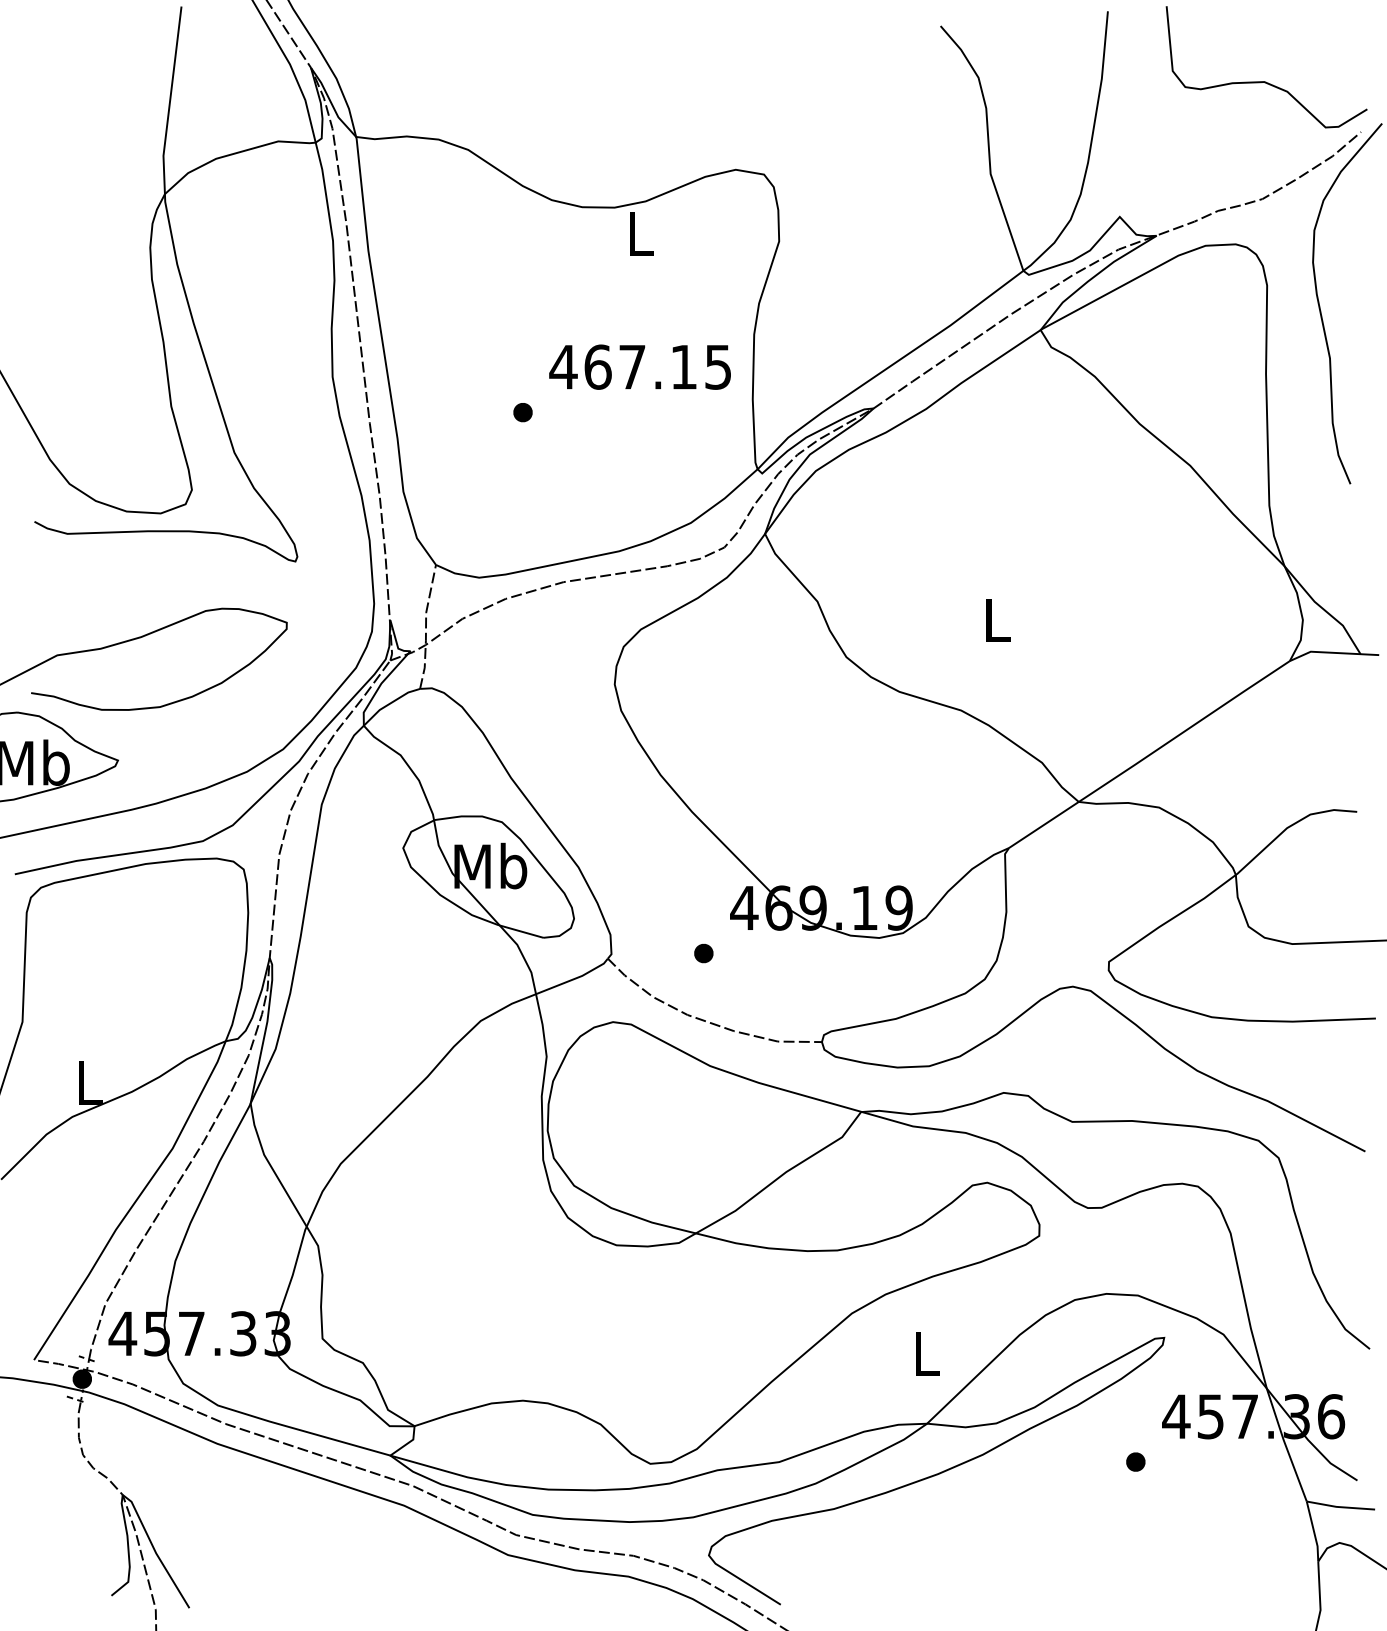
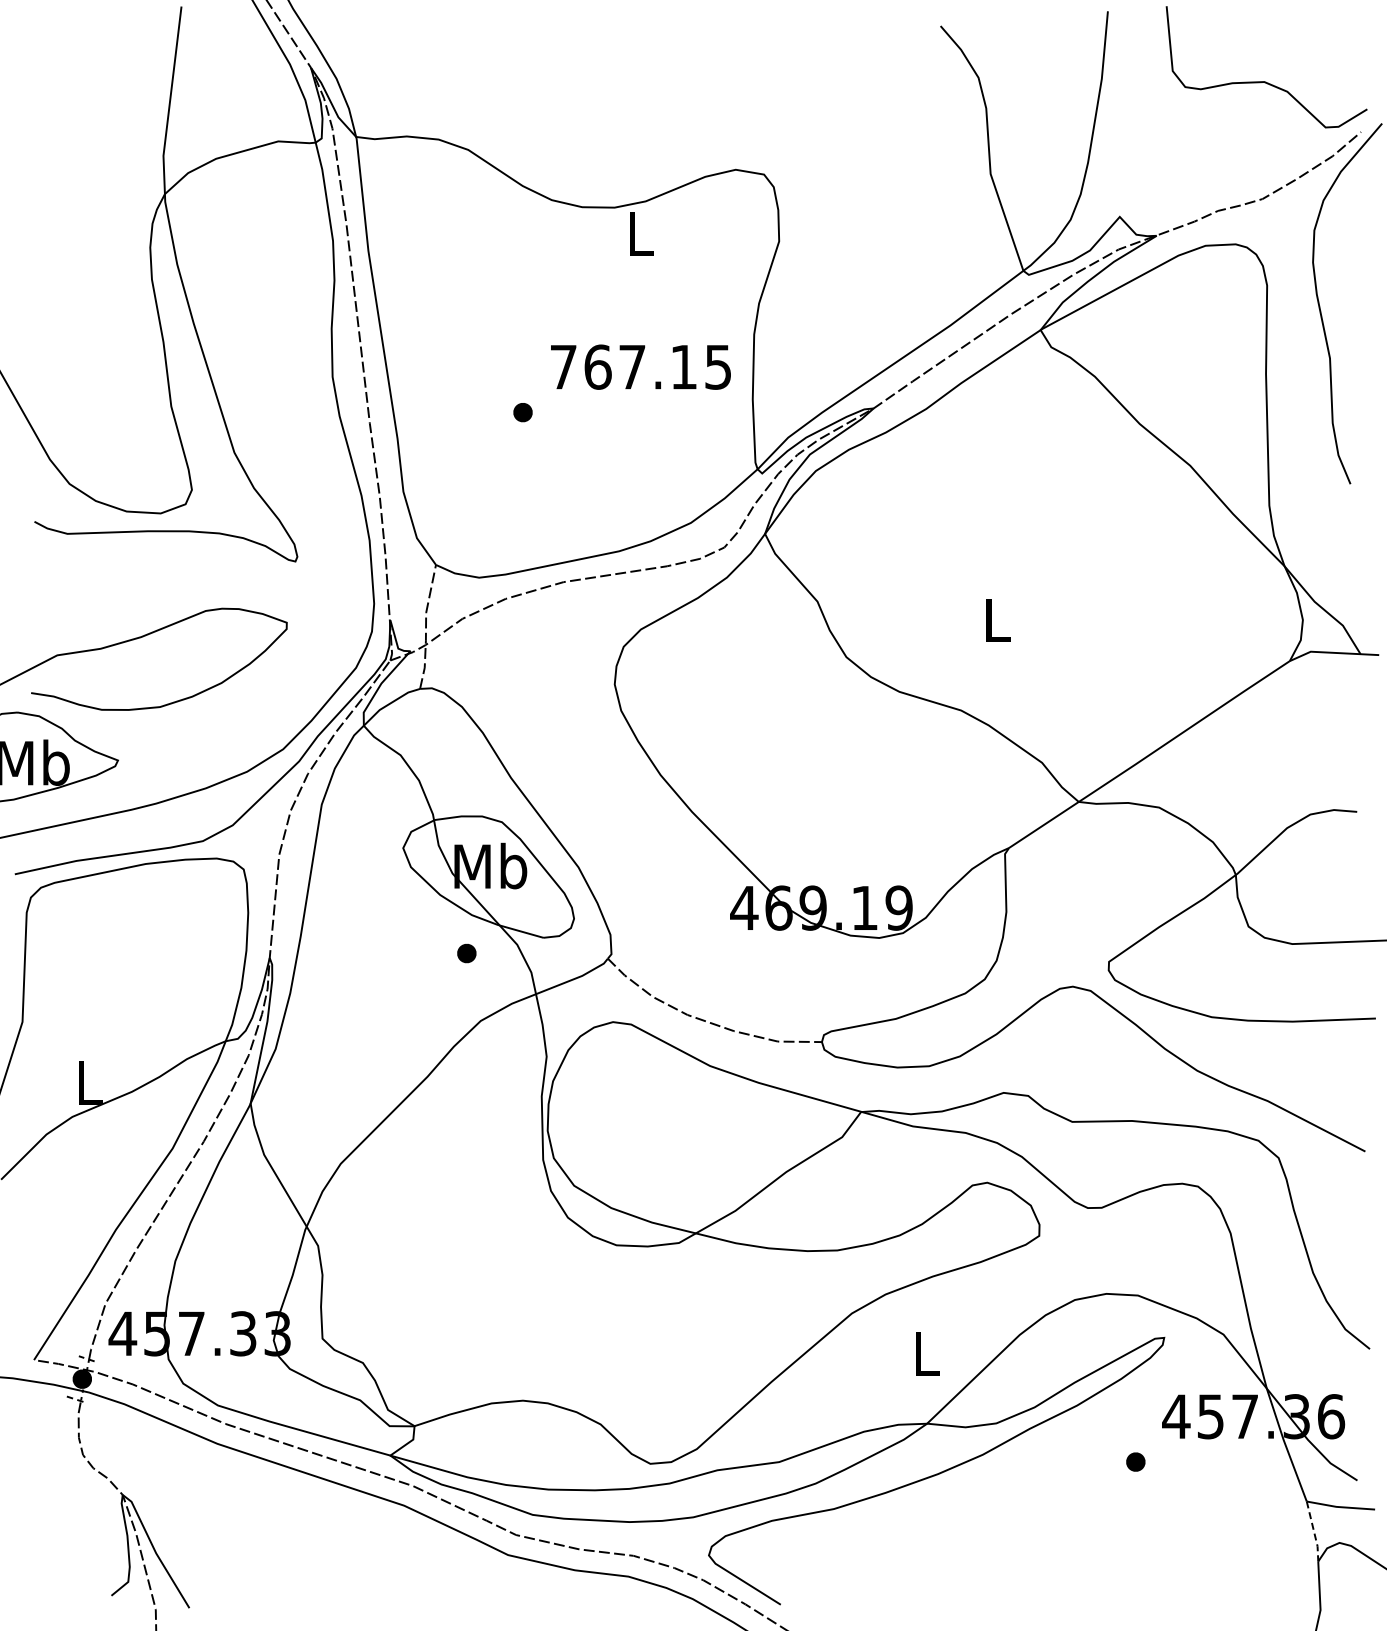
text at (563, 367): 467.15 -> 767.15
part at (703, 953) position: (703, 953) -> (466, 953)
line at (1314, 1532): solid -> dashed
